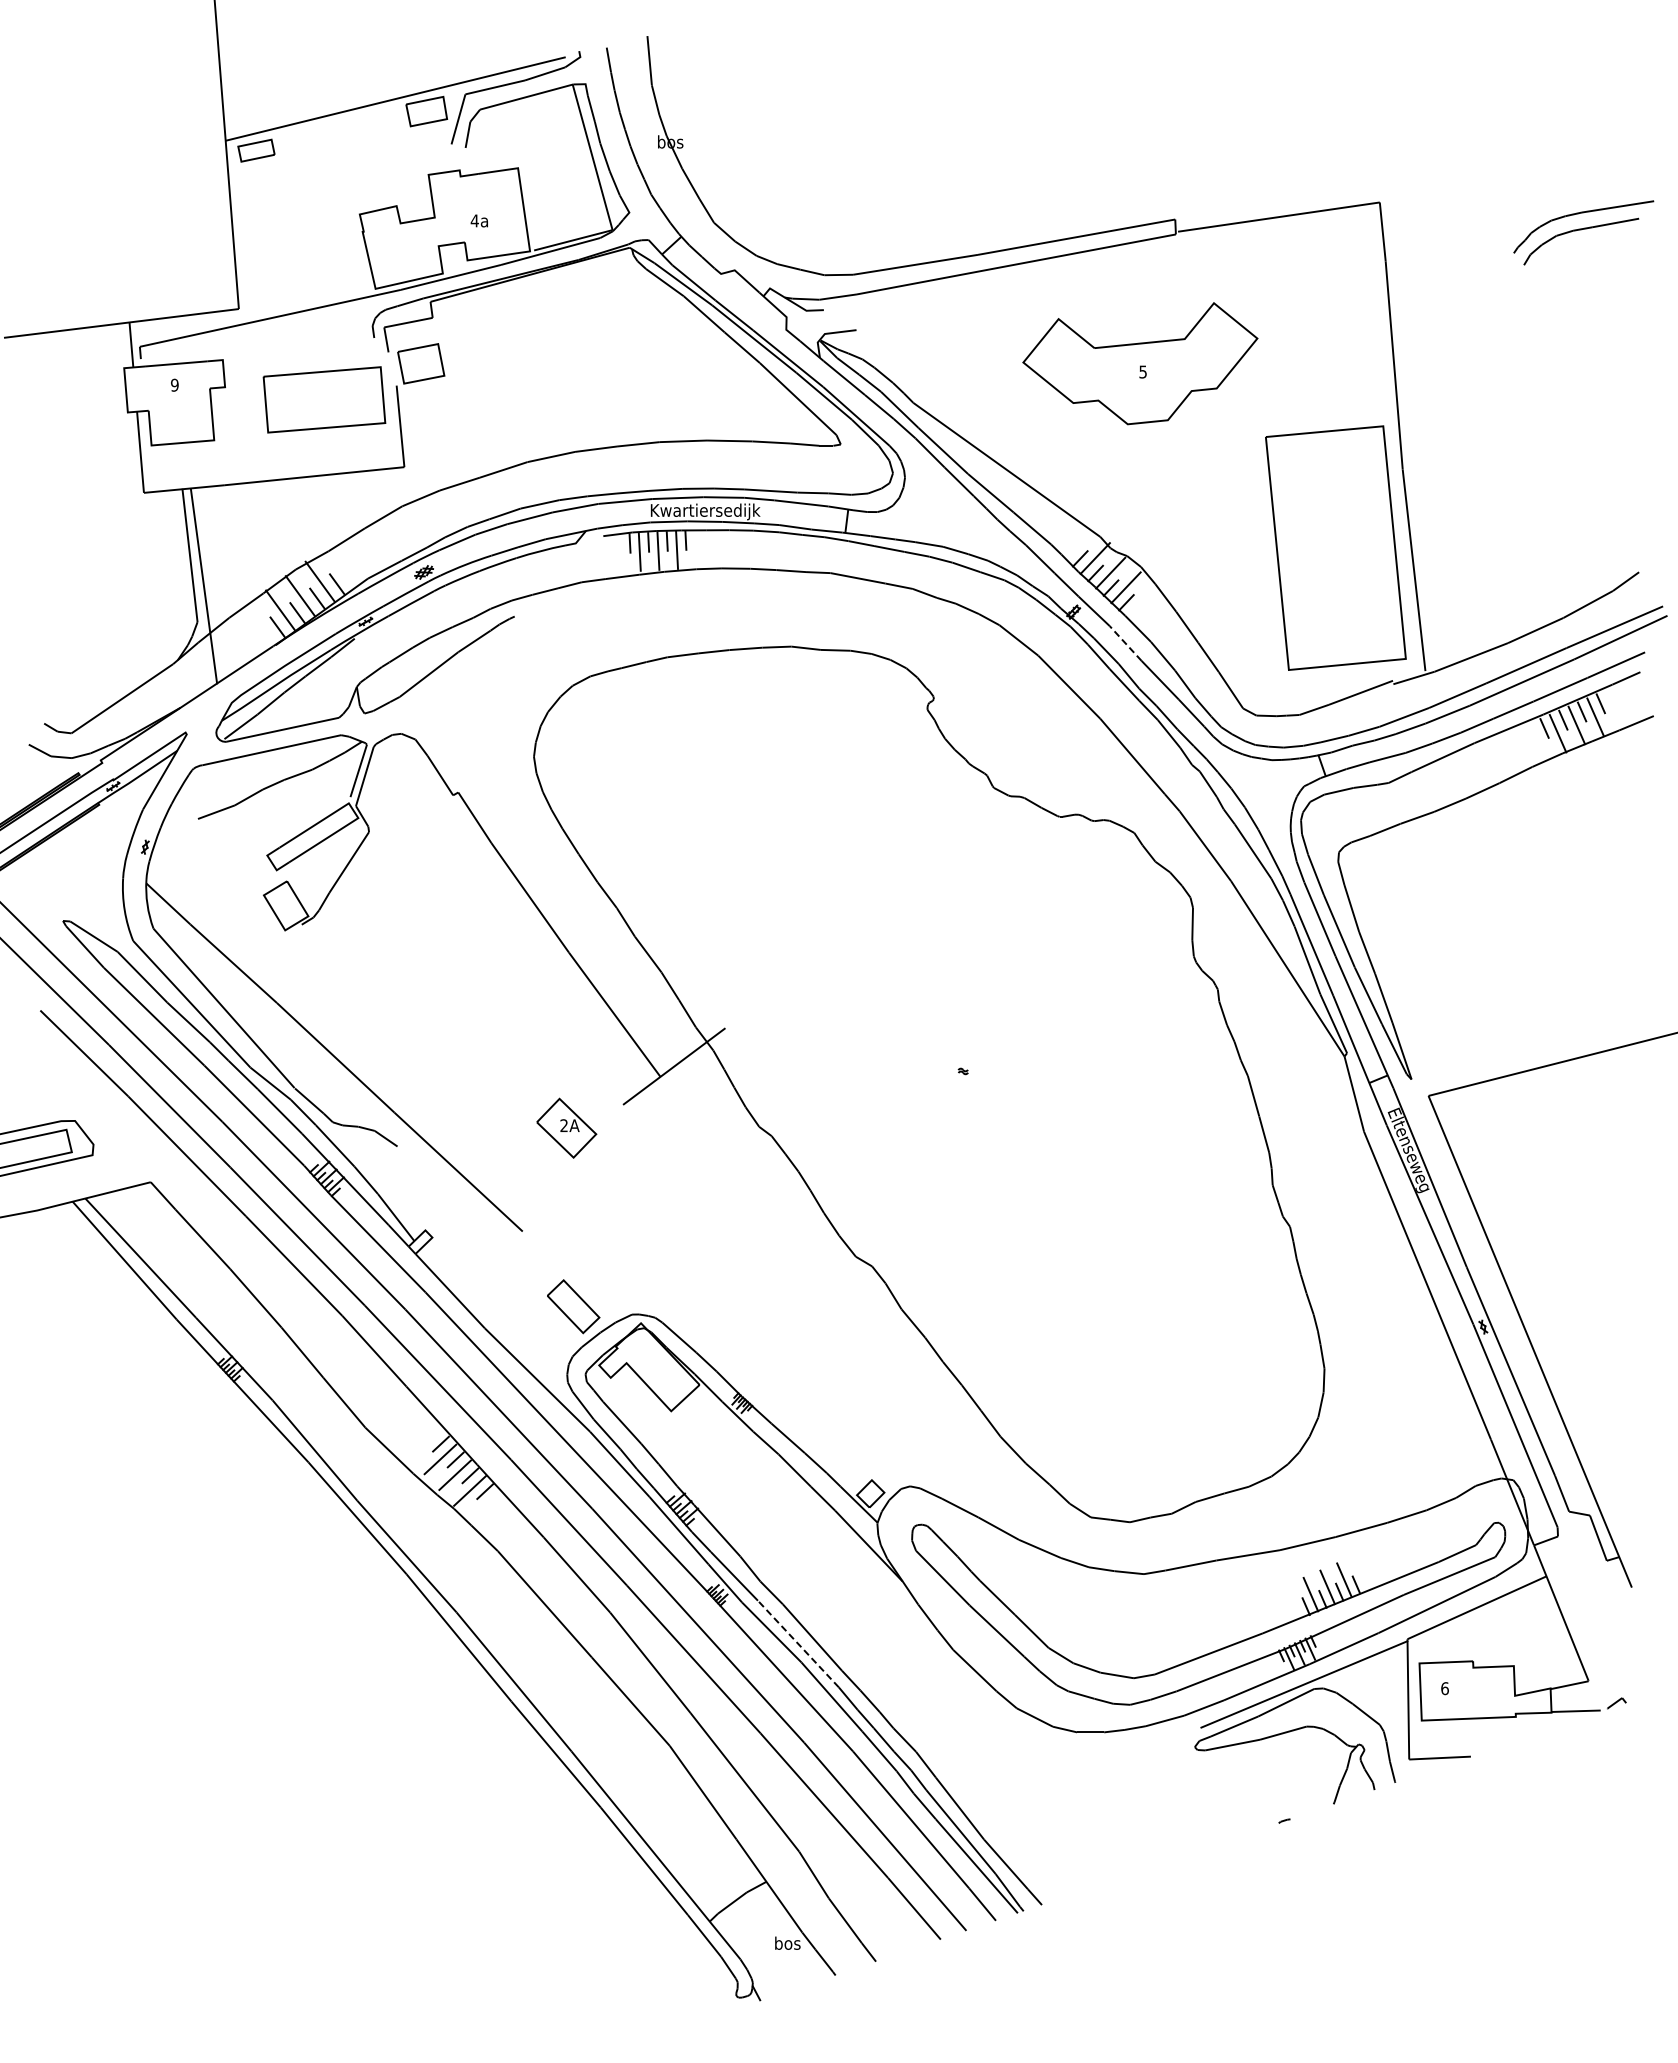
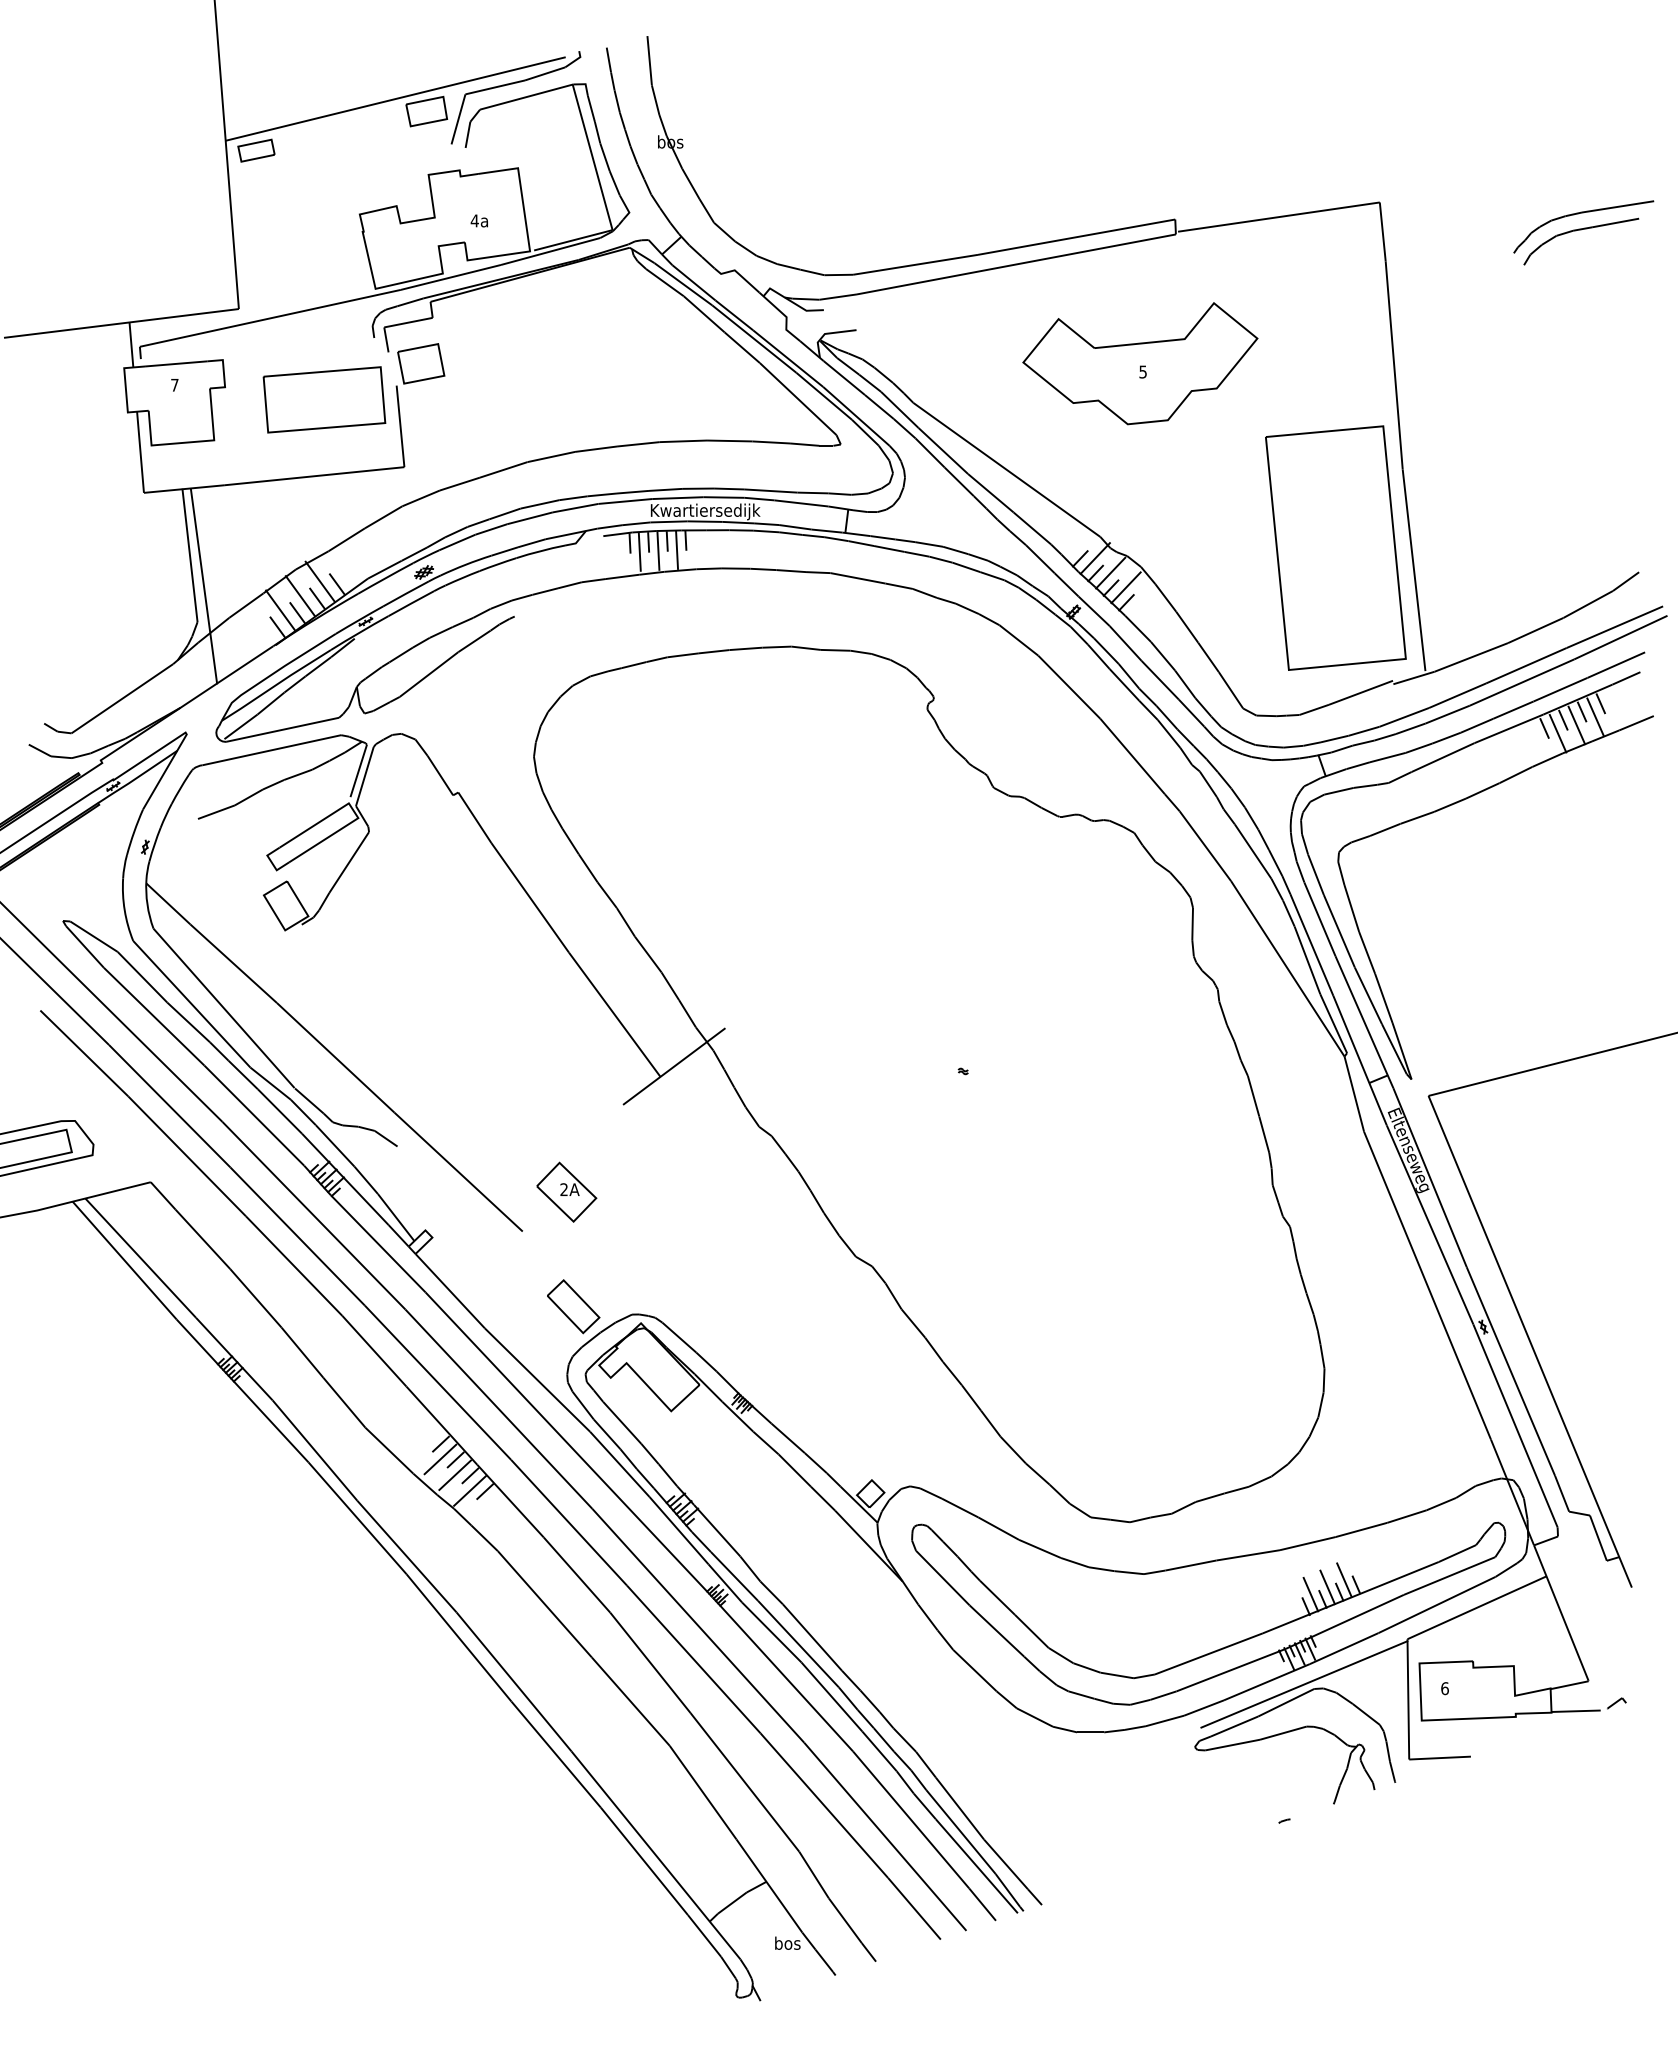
text at (174, 384): 9 -> 7
line at (1125, 643): dashed -> solid
part at (566, 1127) position: (566, 1127) -> (566, 1191)
line at (798, 1643): dashed -> solid
